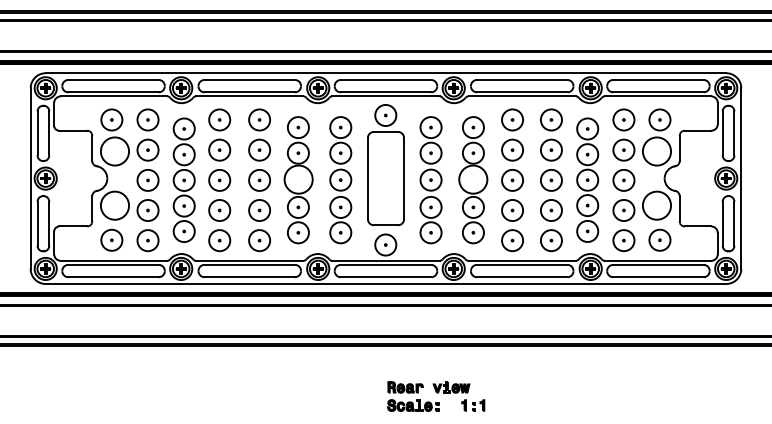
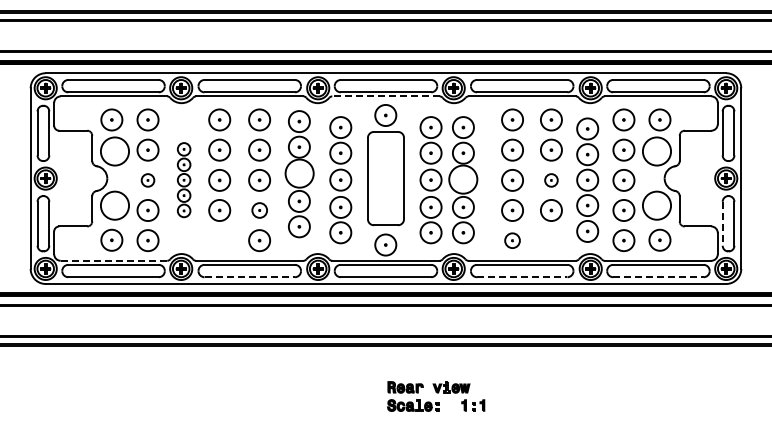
line at (386, 96): solid -> dashed
part at (183, 179) size: 24x126 px -> 16x77 px
part at (147, 180) size: 24x23 px -> 16x15 px
part at (298, 180) position: (298, 180) -> (299, 174)
part at (473, 180) position: (473, 180) -> (463, 180)
part at (551, 180) size: 23x23 px -> 15x15 px
part at (259, 210) size: 24x23 px -> 17x17 px
line at (722, 223): solid -> dashed
part at (219, 240): present -> none
part at (512, 240) size: 23x24 px -> 17x17 px
part at (551, 240): present -> none
line at (114, 260): solid -> dashed
line at (250, 277): solid -> dashed
line at (522, 277): solid -> dashed
line at (658, 277): solid -> dashed
